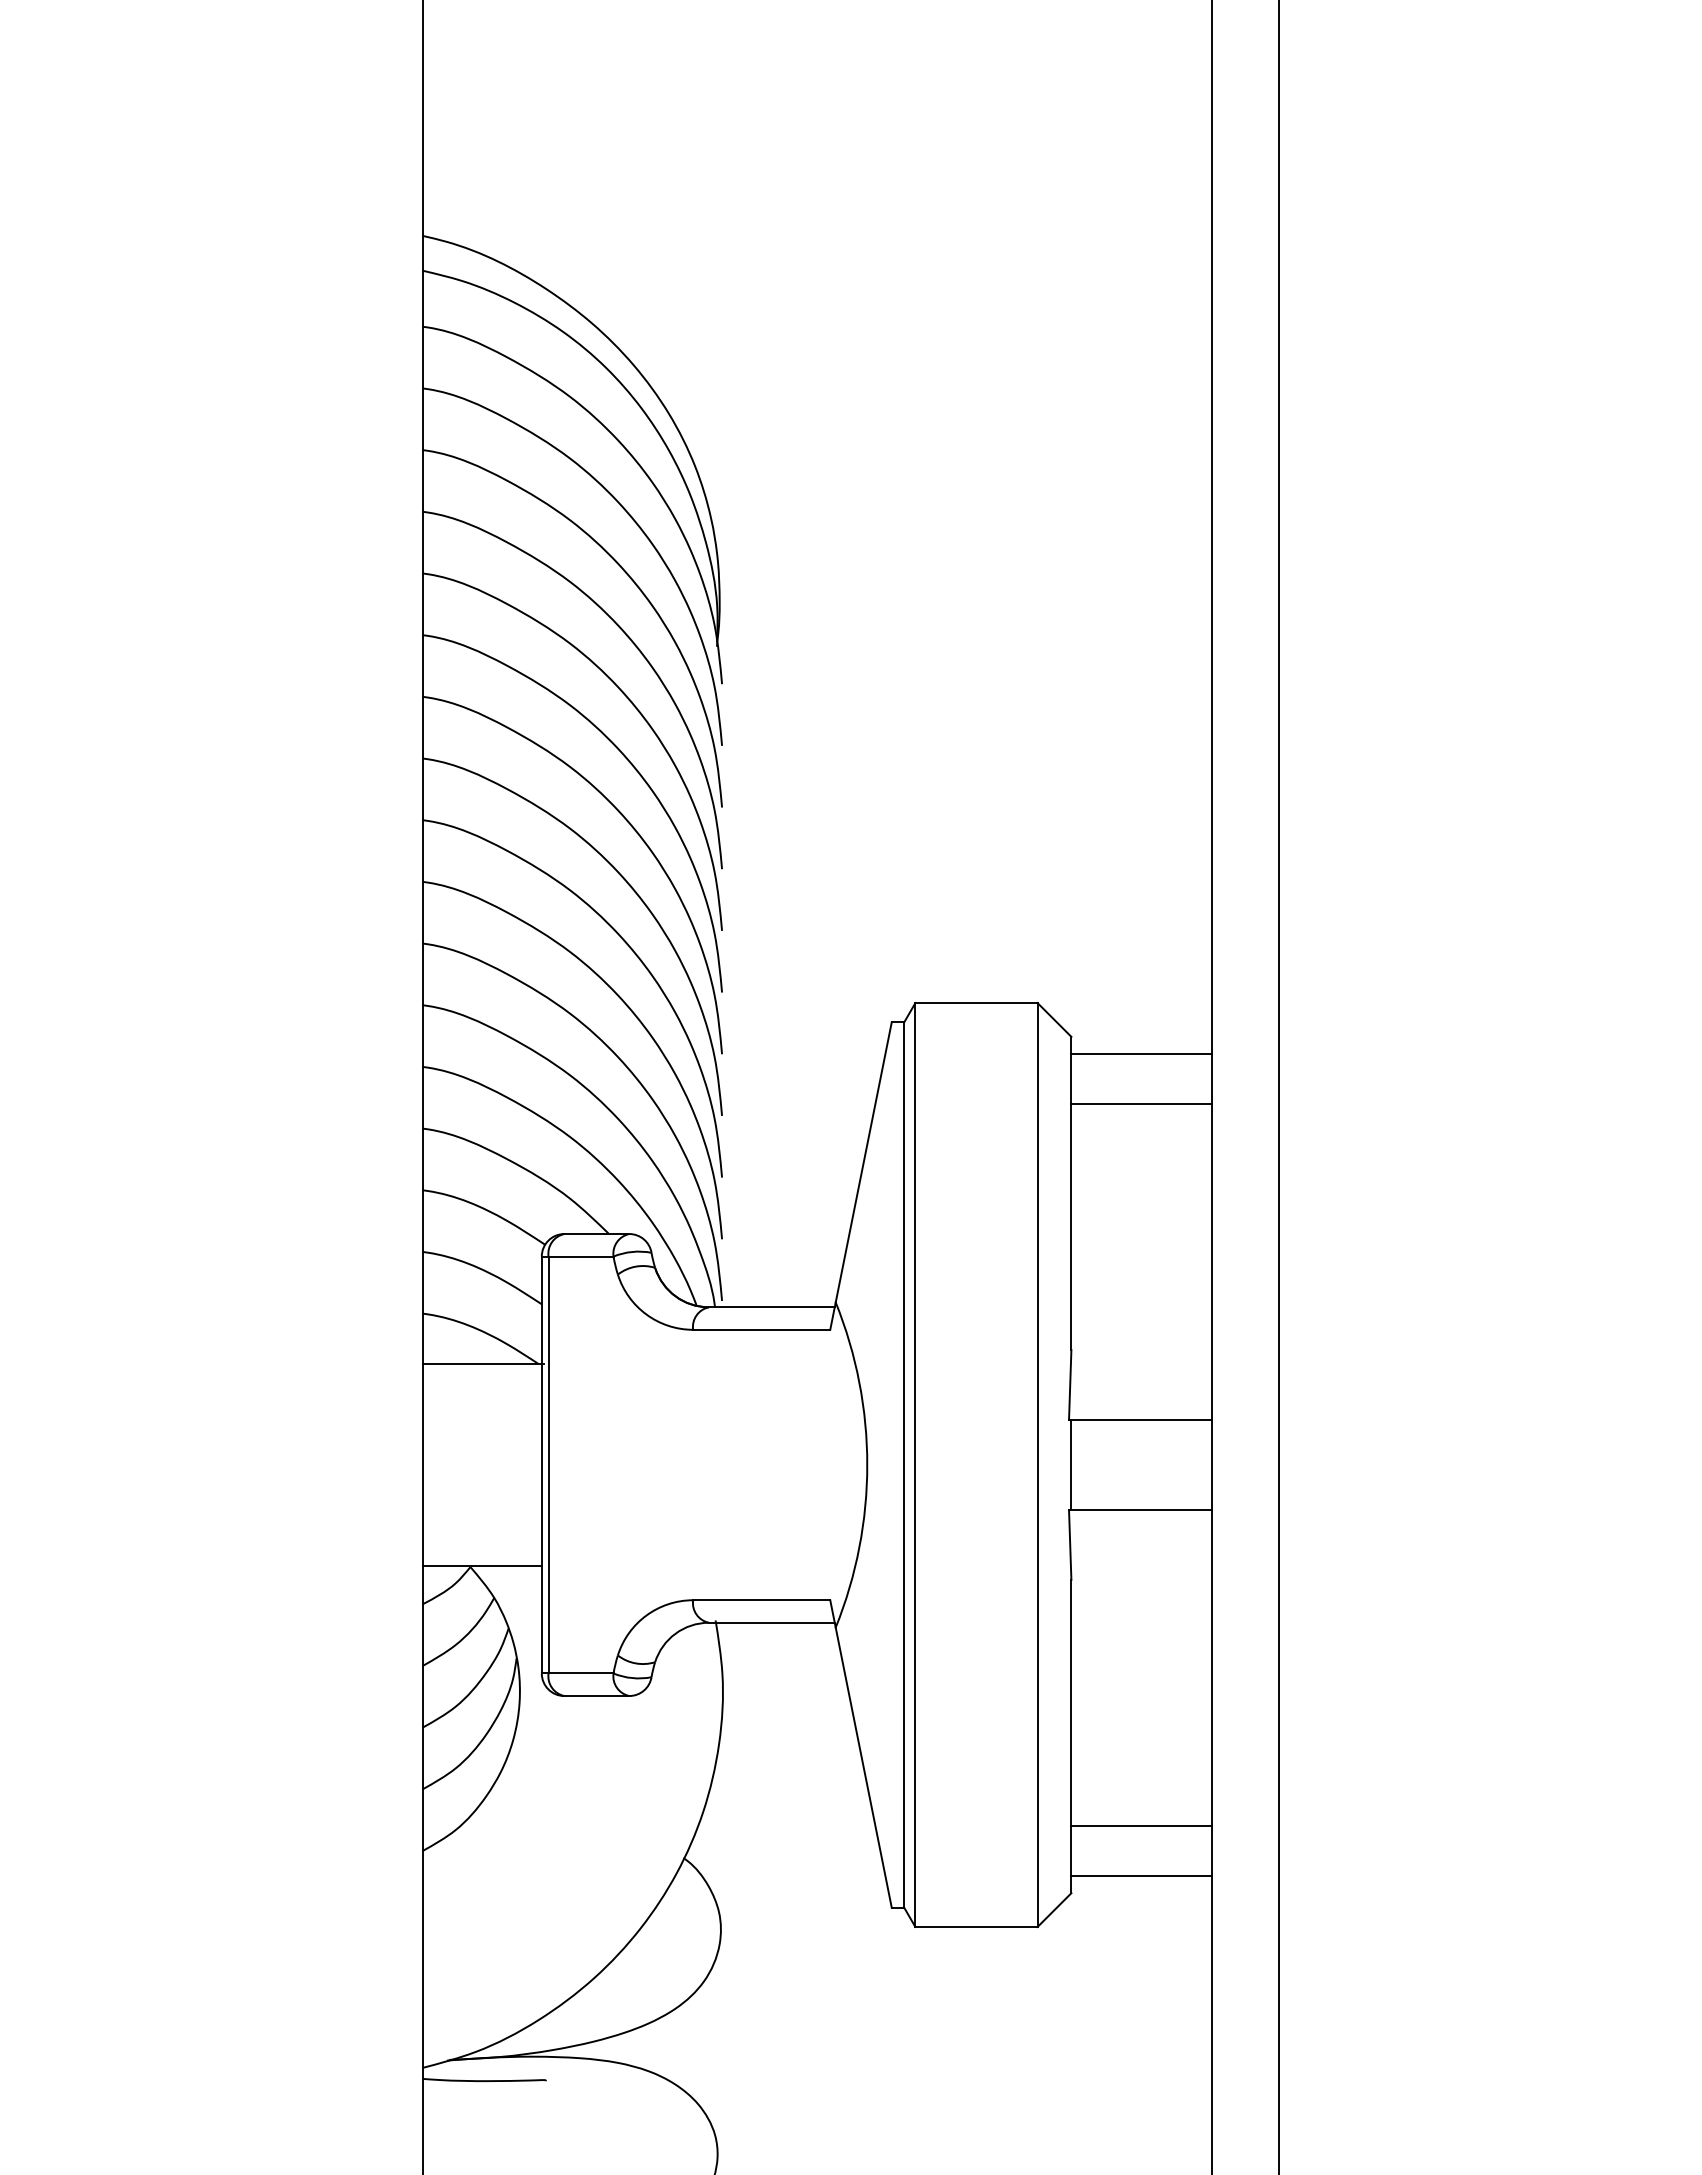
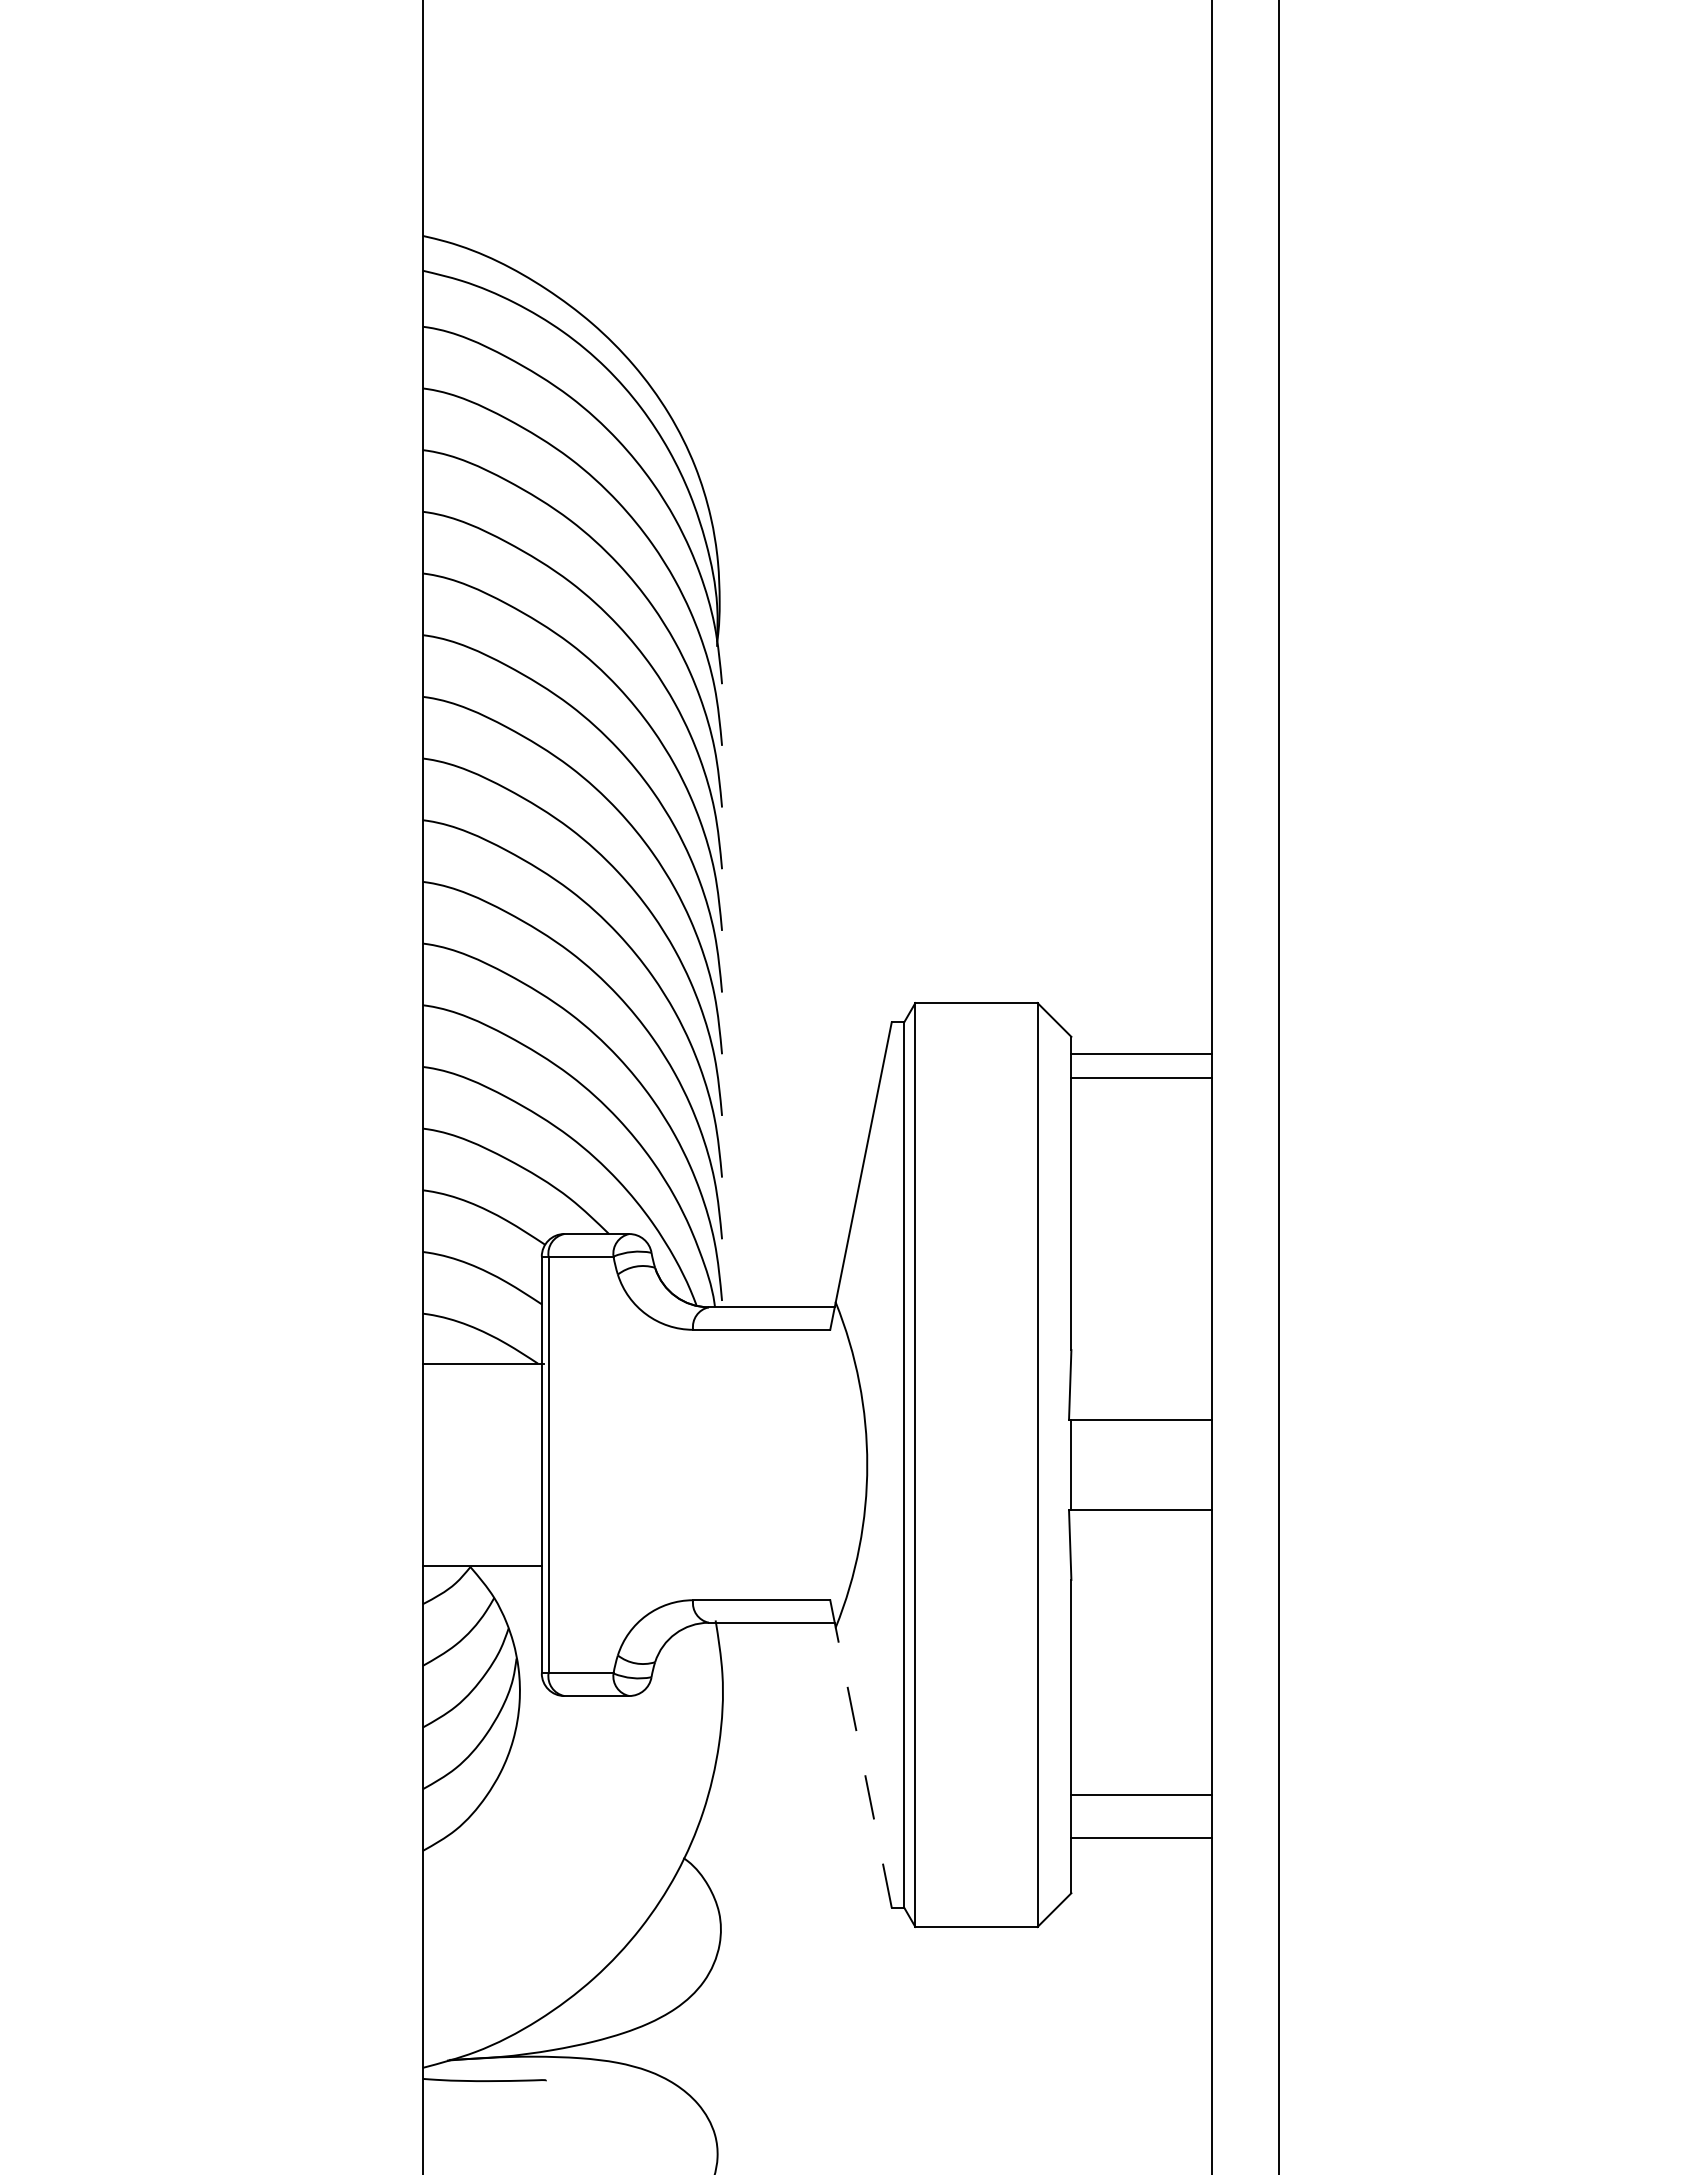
line at (1141, 1104) position: (1141, 1104) -> (1141, 1078)
line at (863, 1767): solid -> dashed
line at (1141, 1825) position: (1141, 1825) -> (1141, 1794)
line at (1141, 1876) position: (1141, 1876) -> (1141, 1838)
